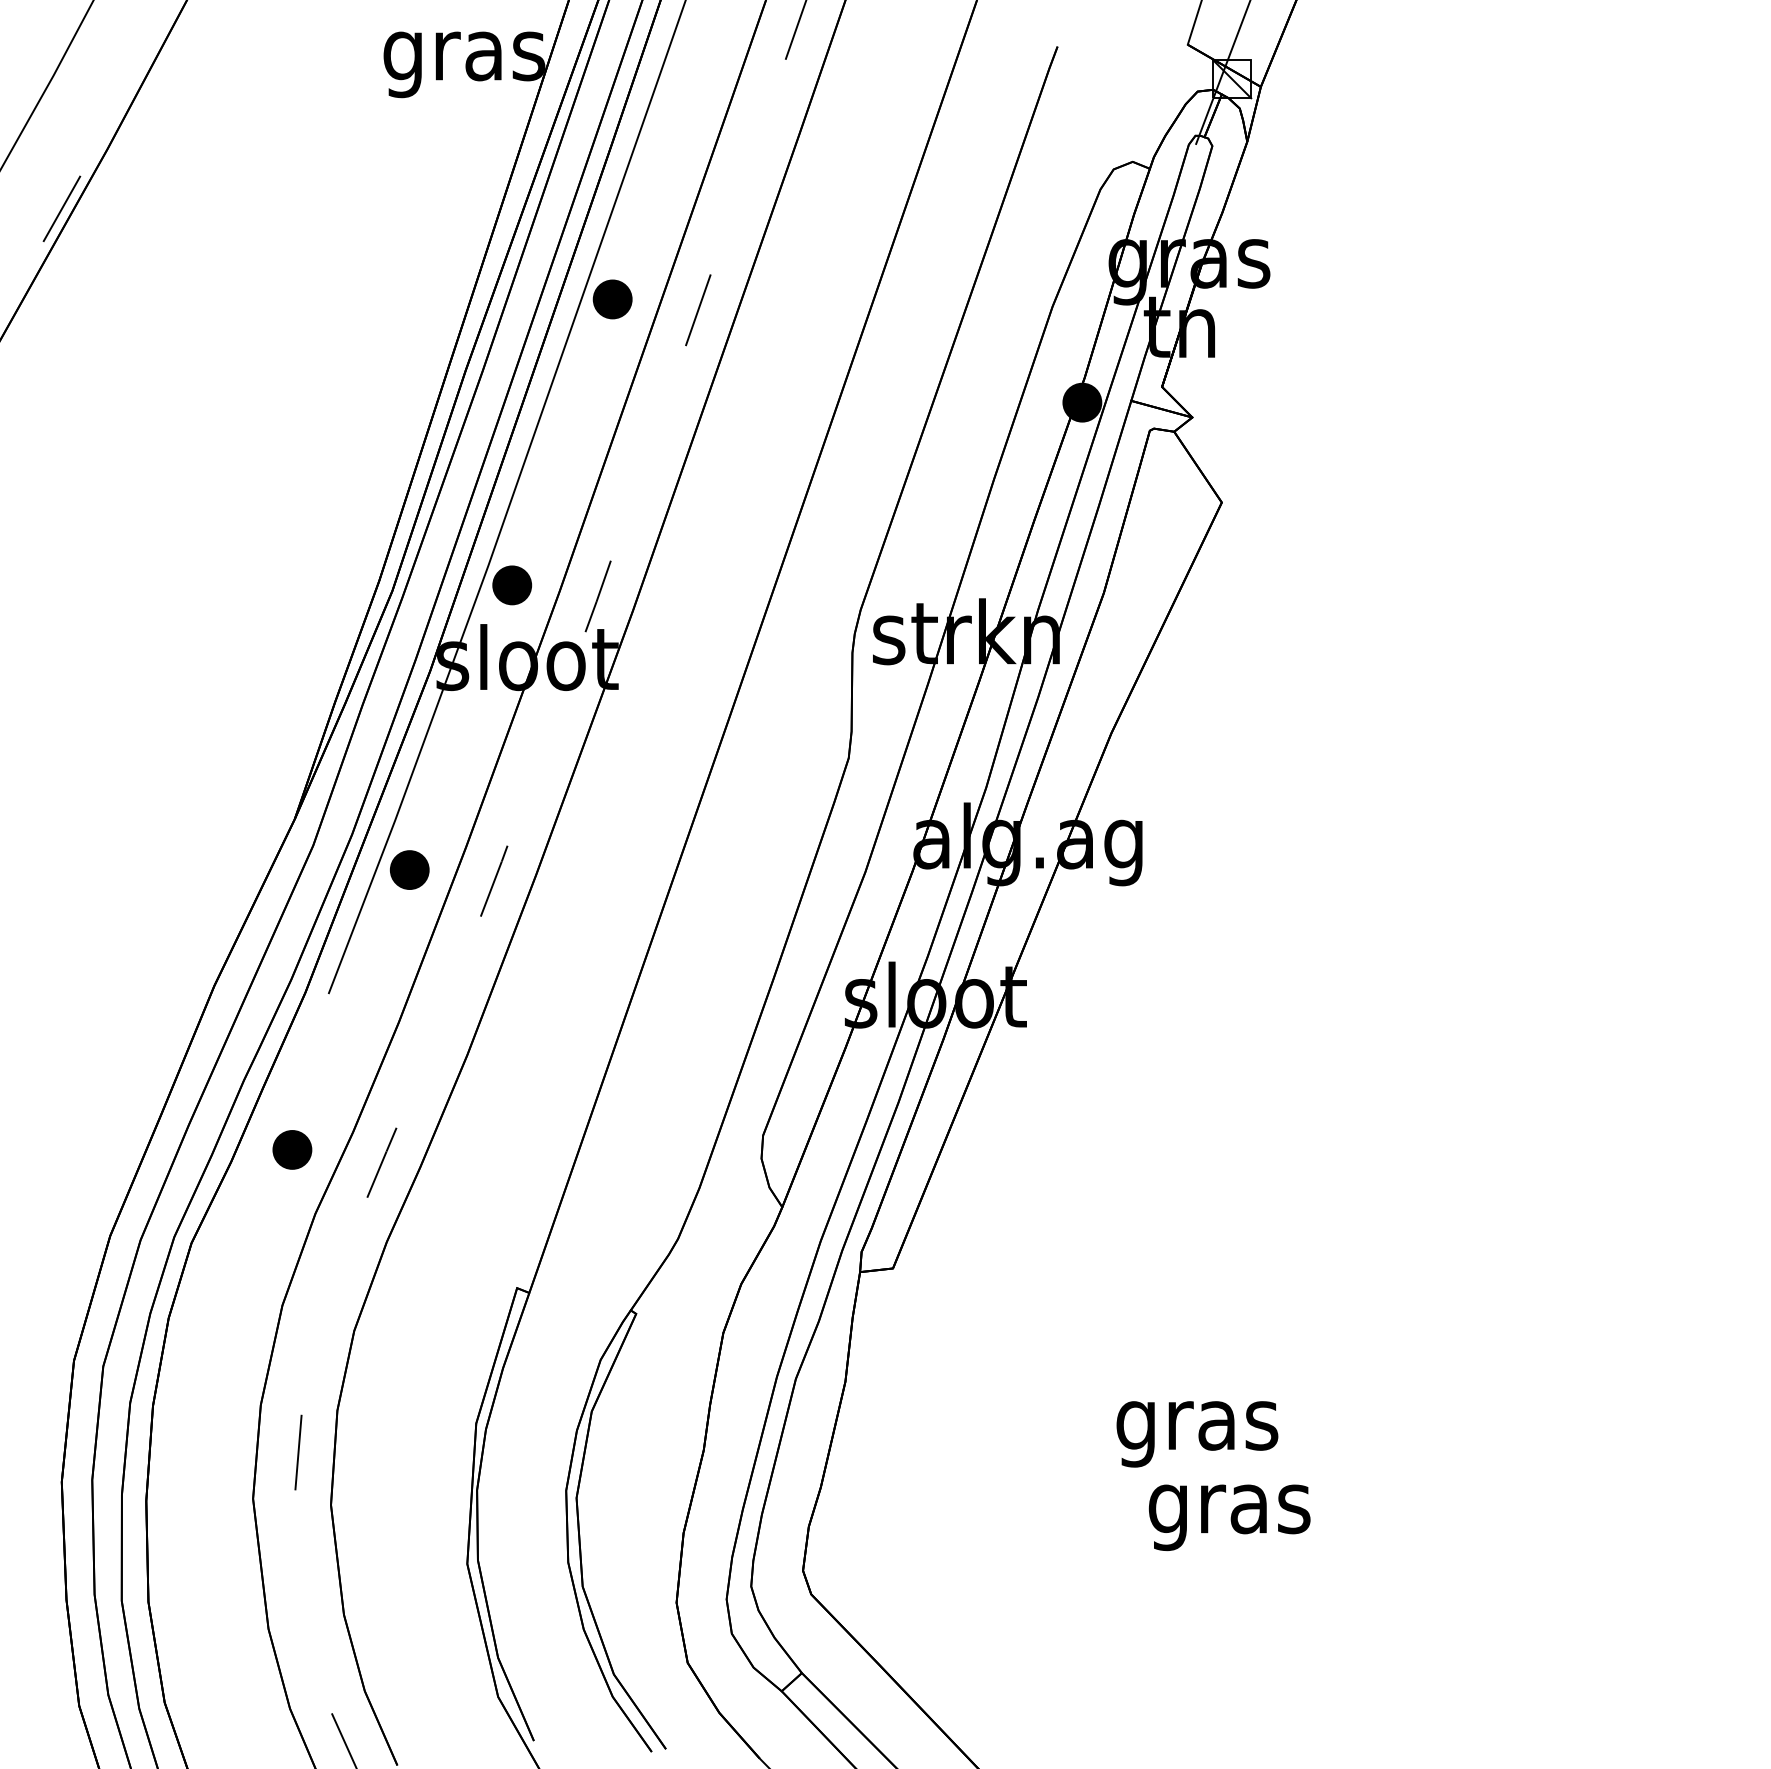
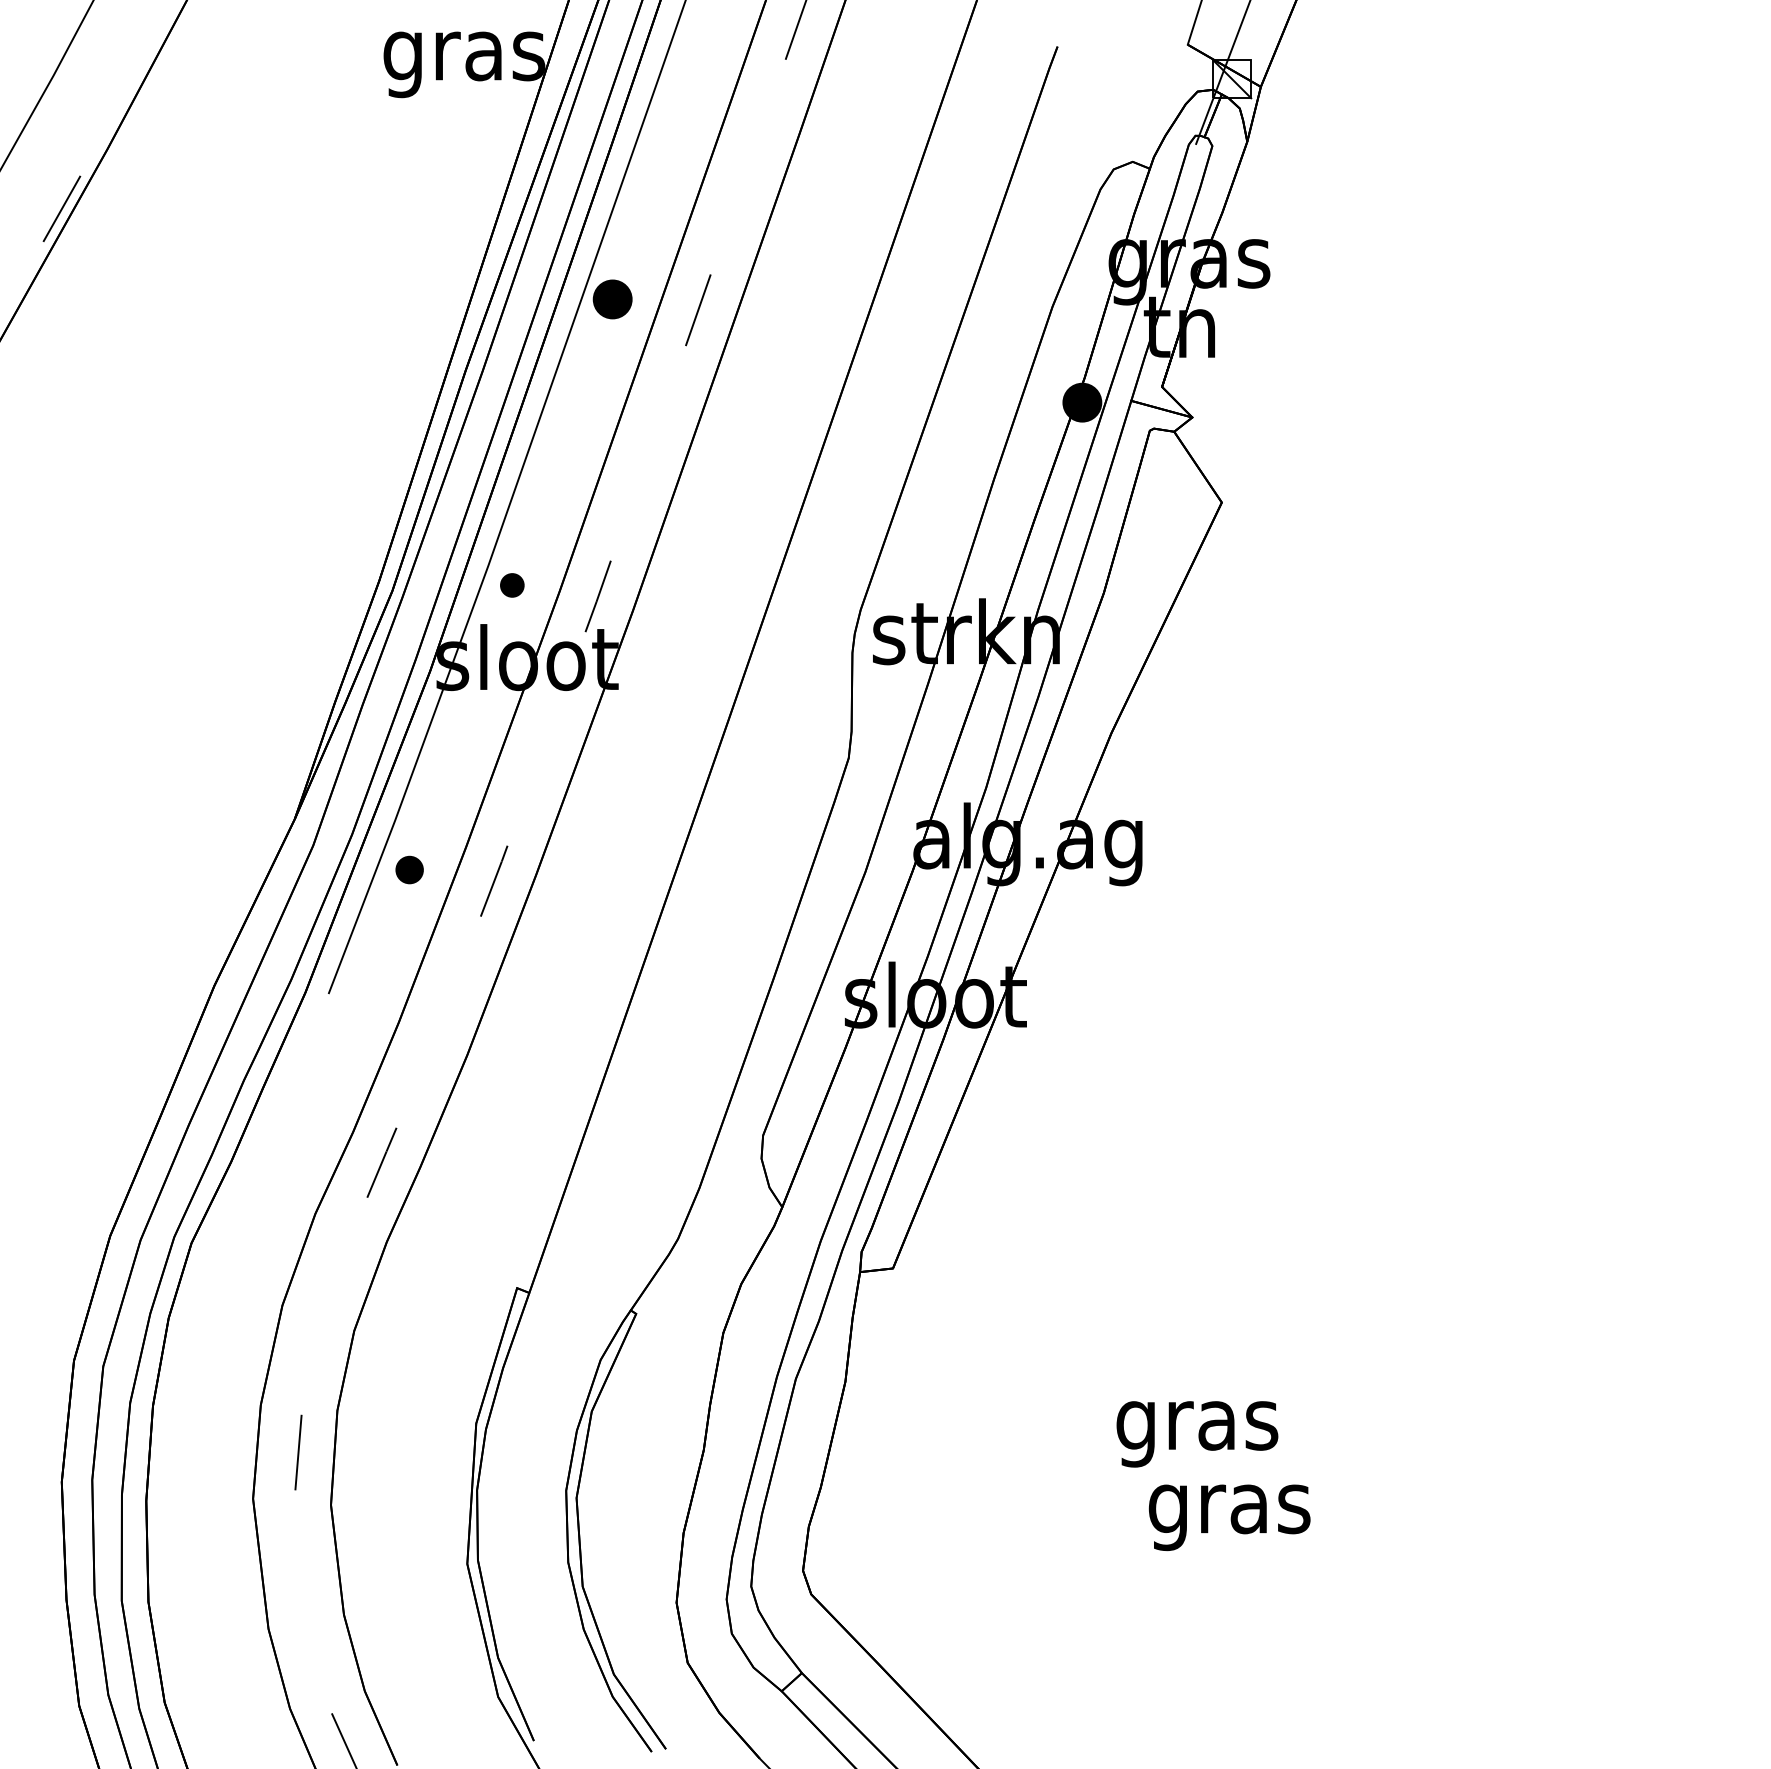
part at (512, 585) size: 41x41 px -> 25x25 px
part at (409, 869) size: 41x40 px -> 29x30 px
part at (292, 1149): present -> none
